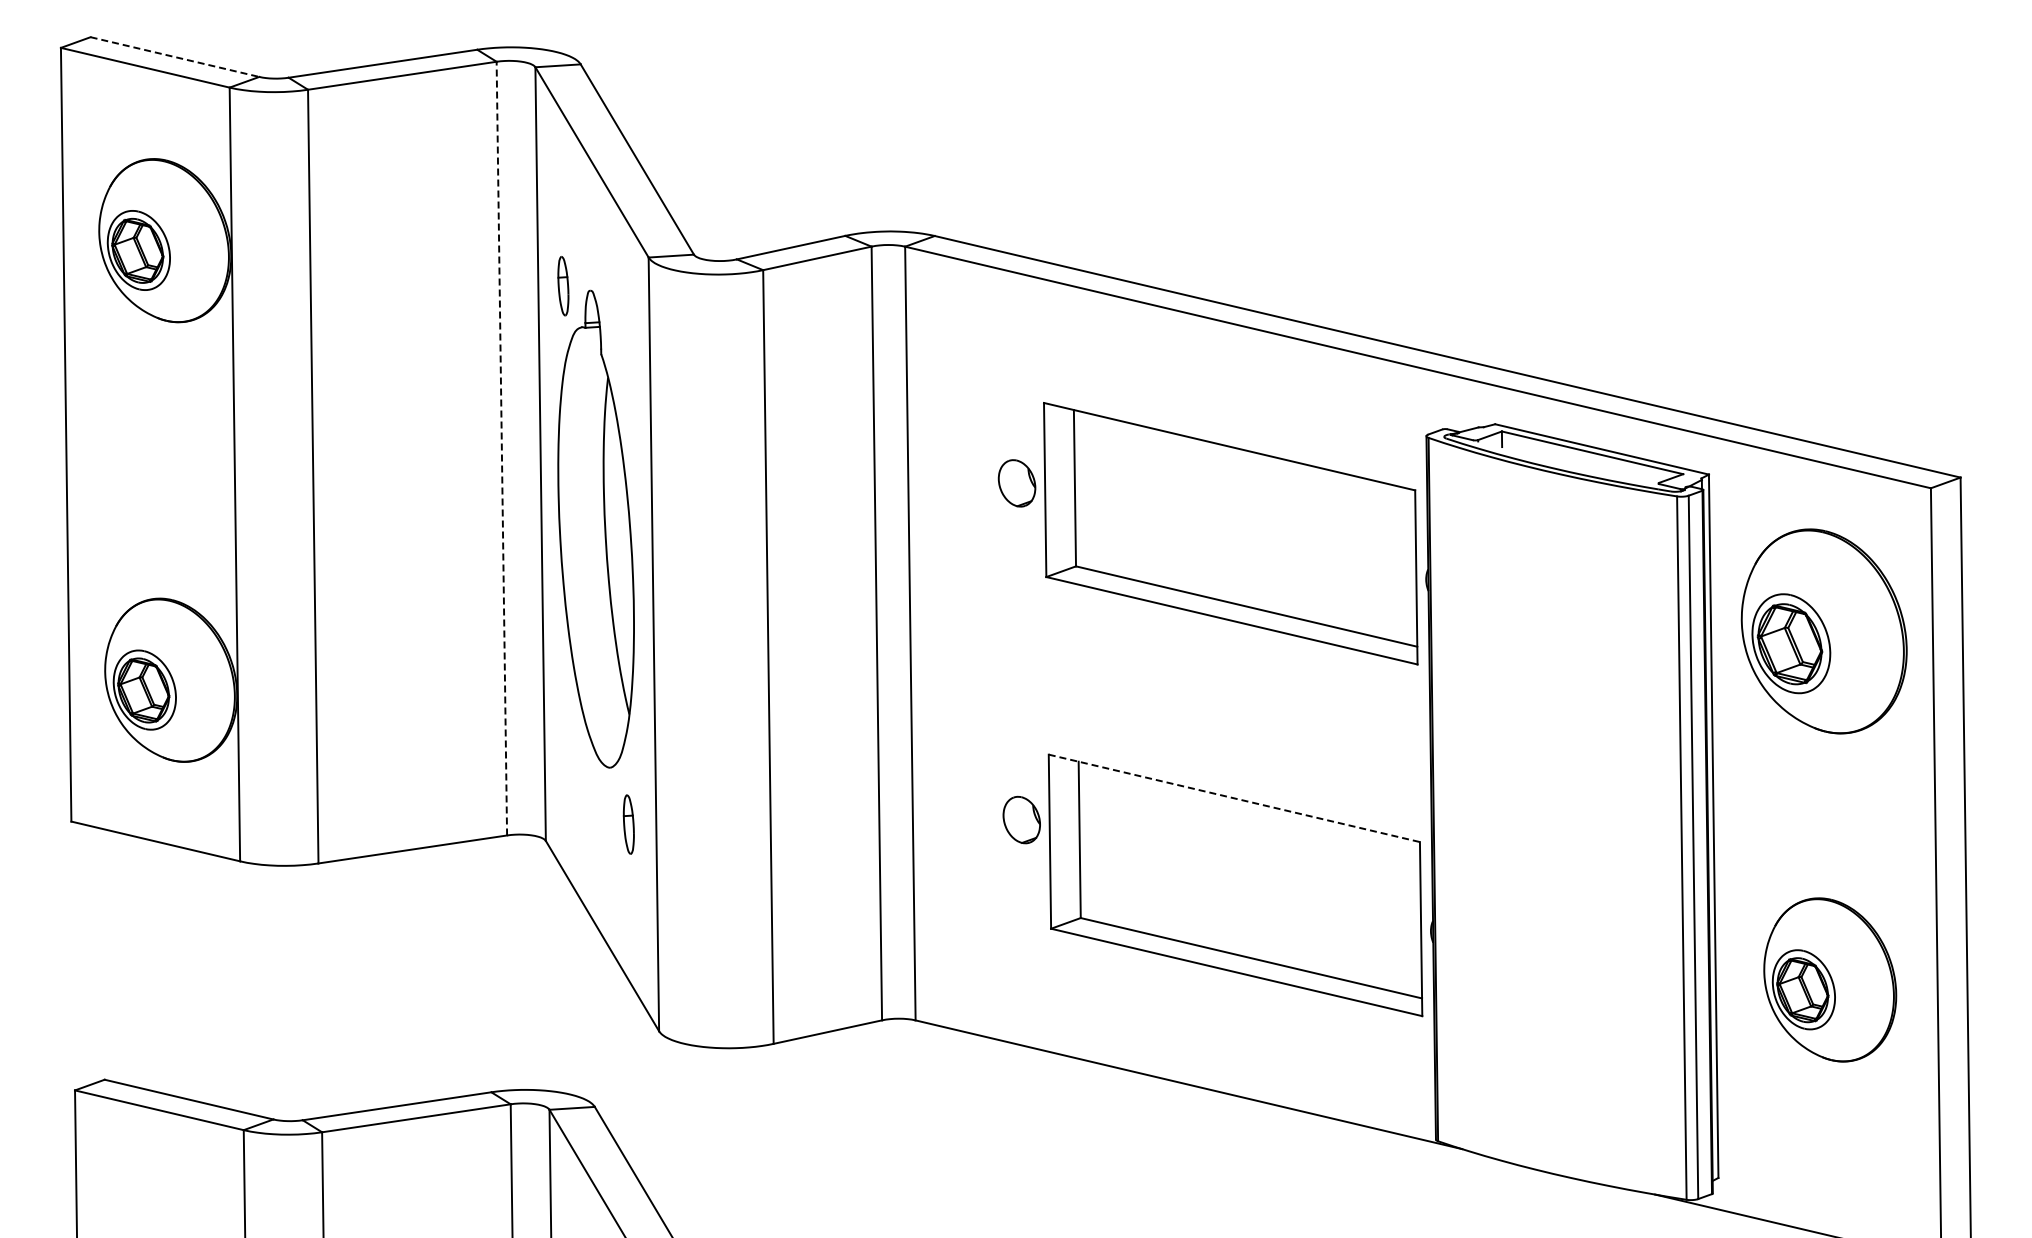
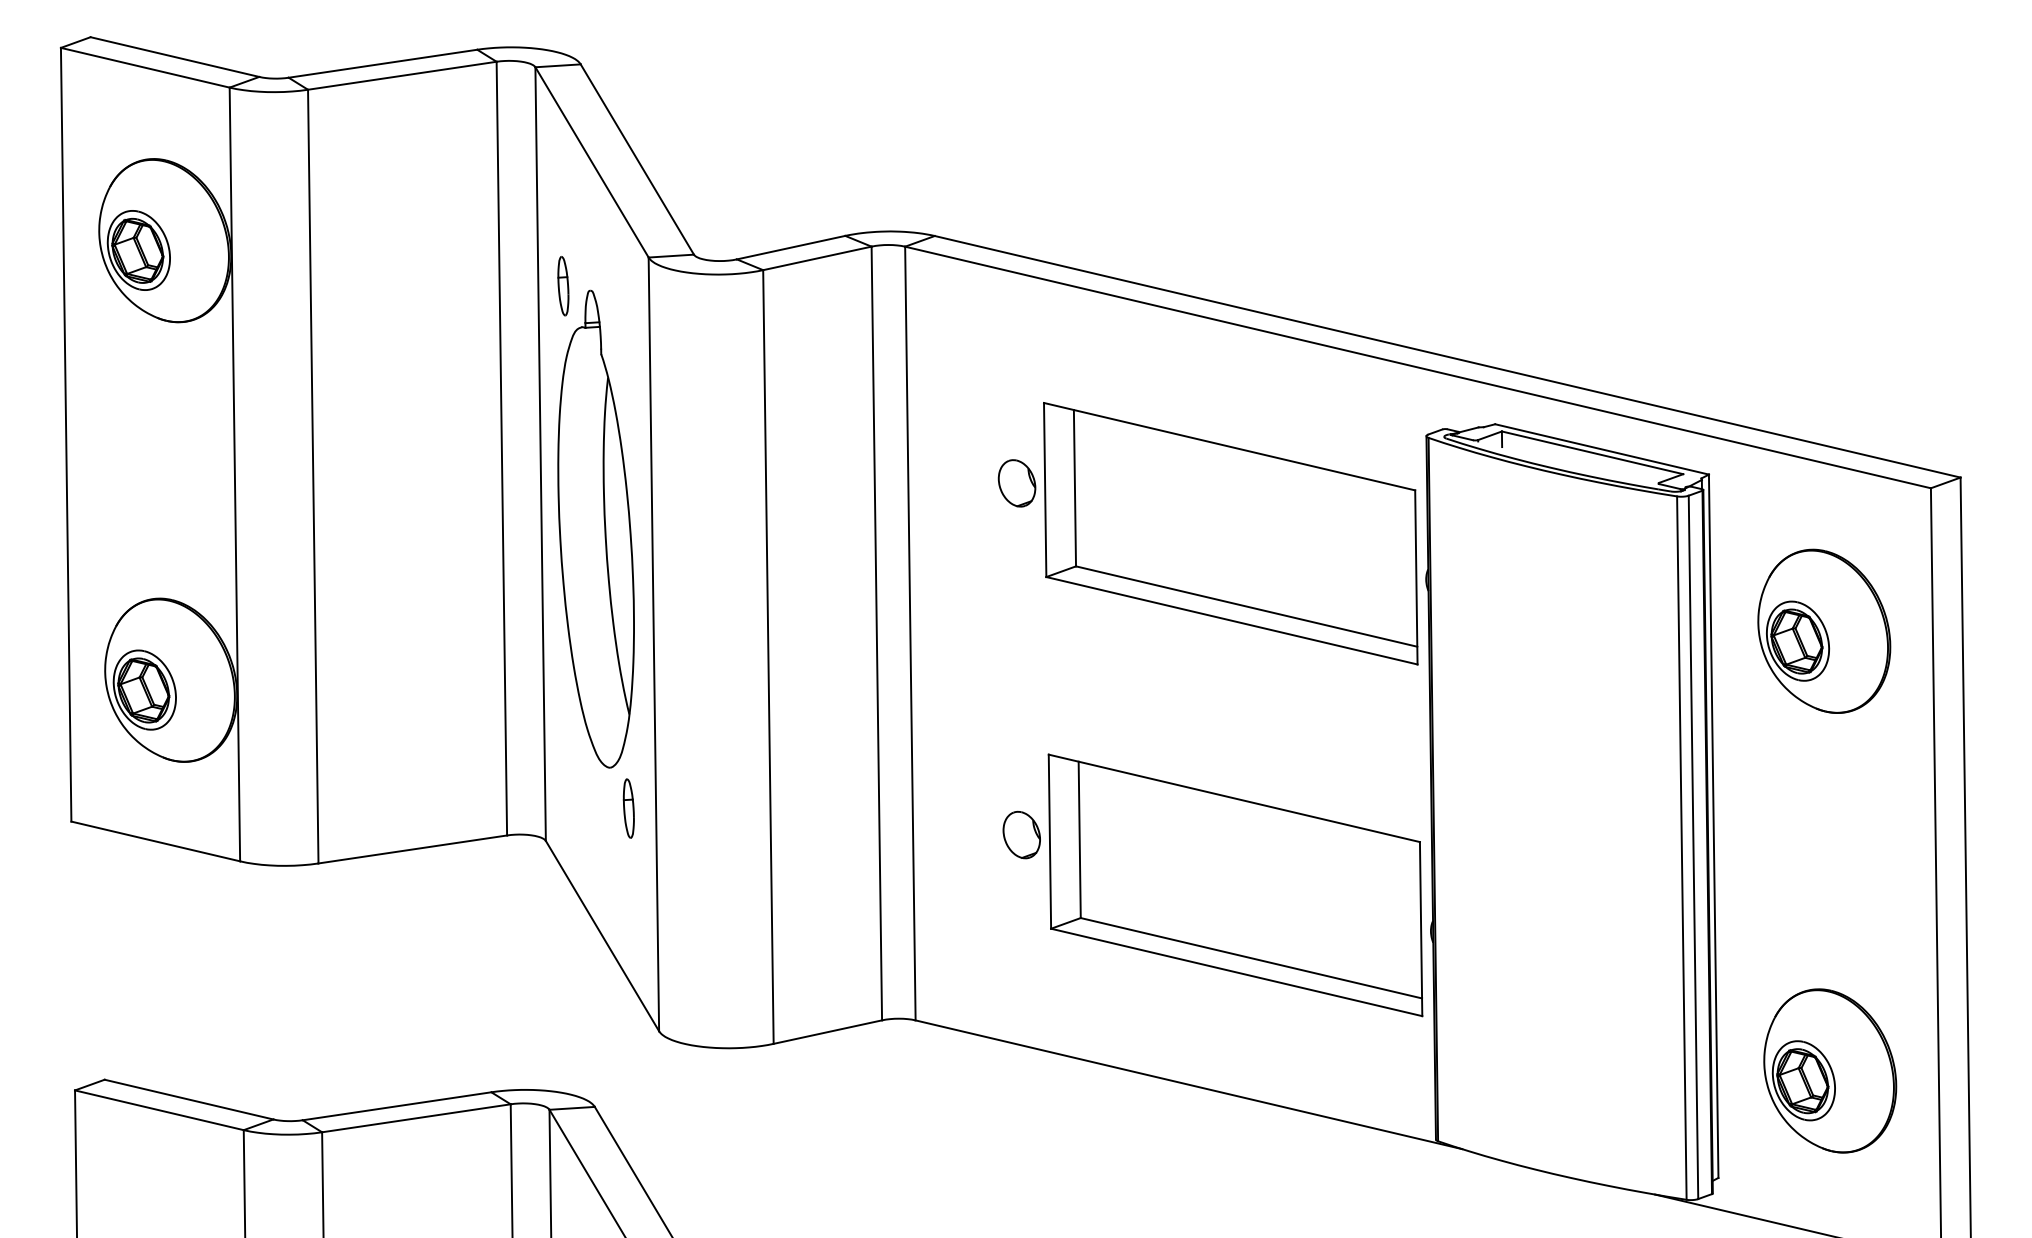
line at (174, 57): dashed -> solid
line at (501, 448): dashed -> solid
part at (1823, 631) size: 168x207 px -> 135x166 px
line at (1234, 798): dashed -> solid
part at (1021, 819) position: (1021, 819) -> (1021, 834)
part at (628, 824) position: (628, 824) -> (628, 808)
part at (1830, 979) position: (1830, 979) -> (1830, 1070)
